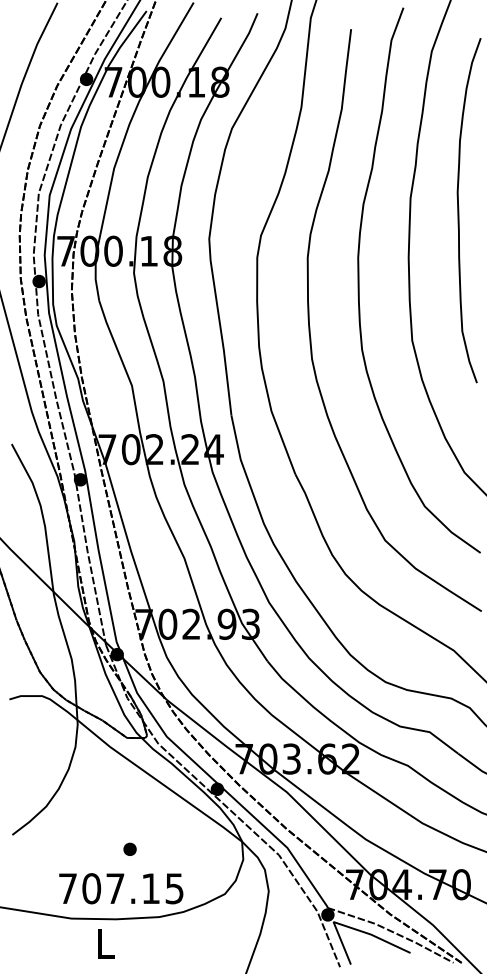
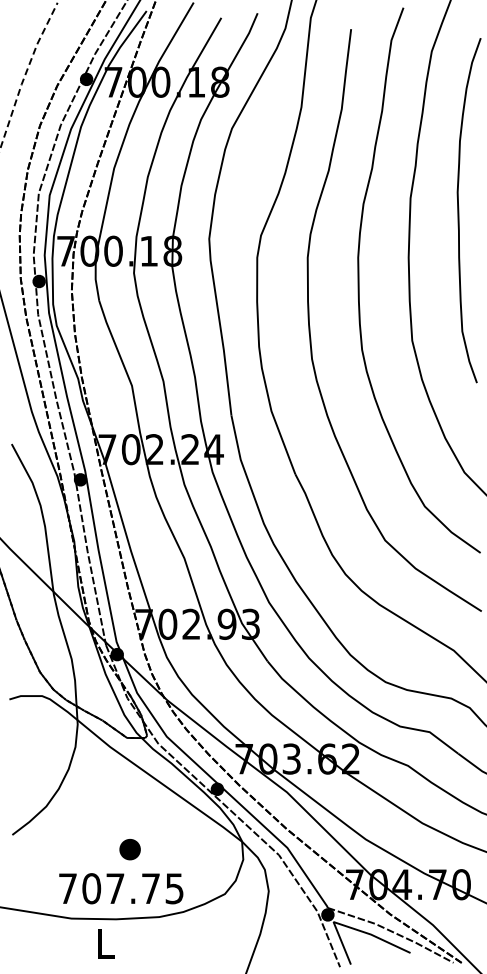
line at (25, 73): solid -> dashed
part at (129, 848) size: 14x14 px -> 22x22 px
text at (150, 888): 707.15 -> 707.75
